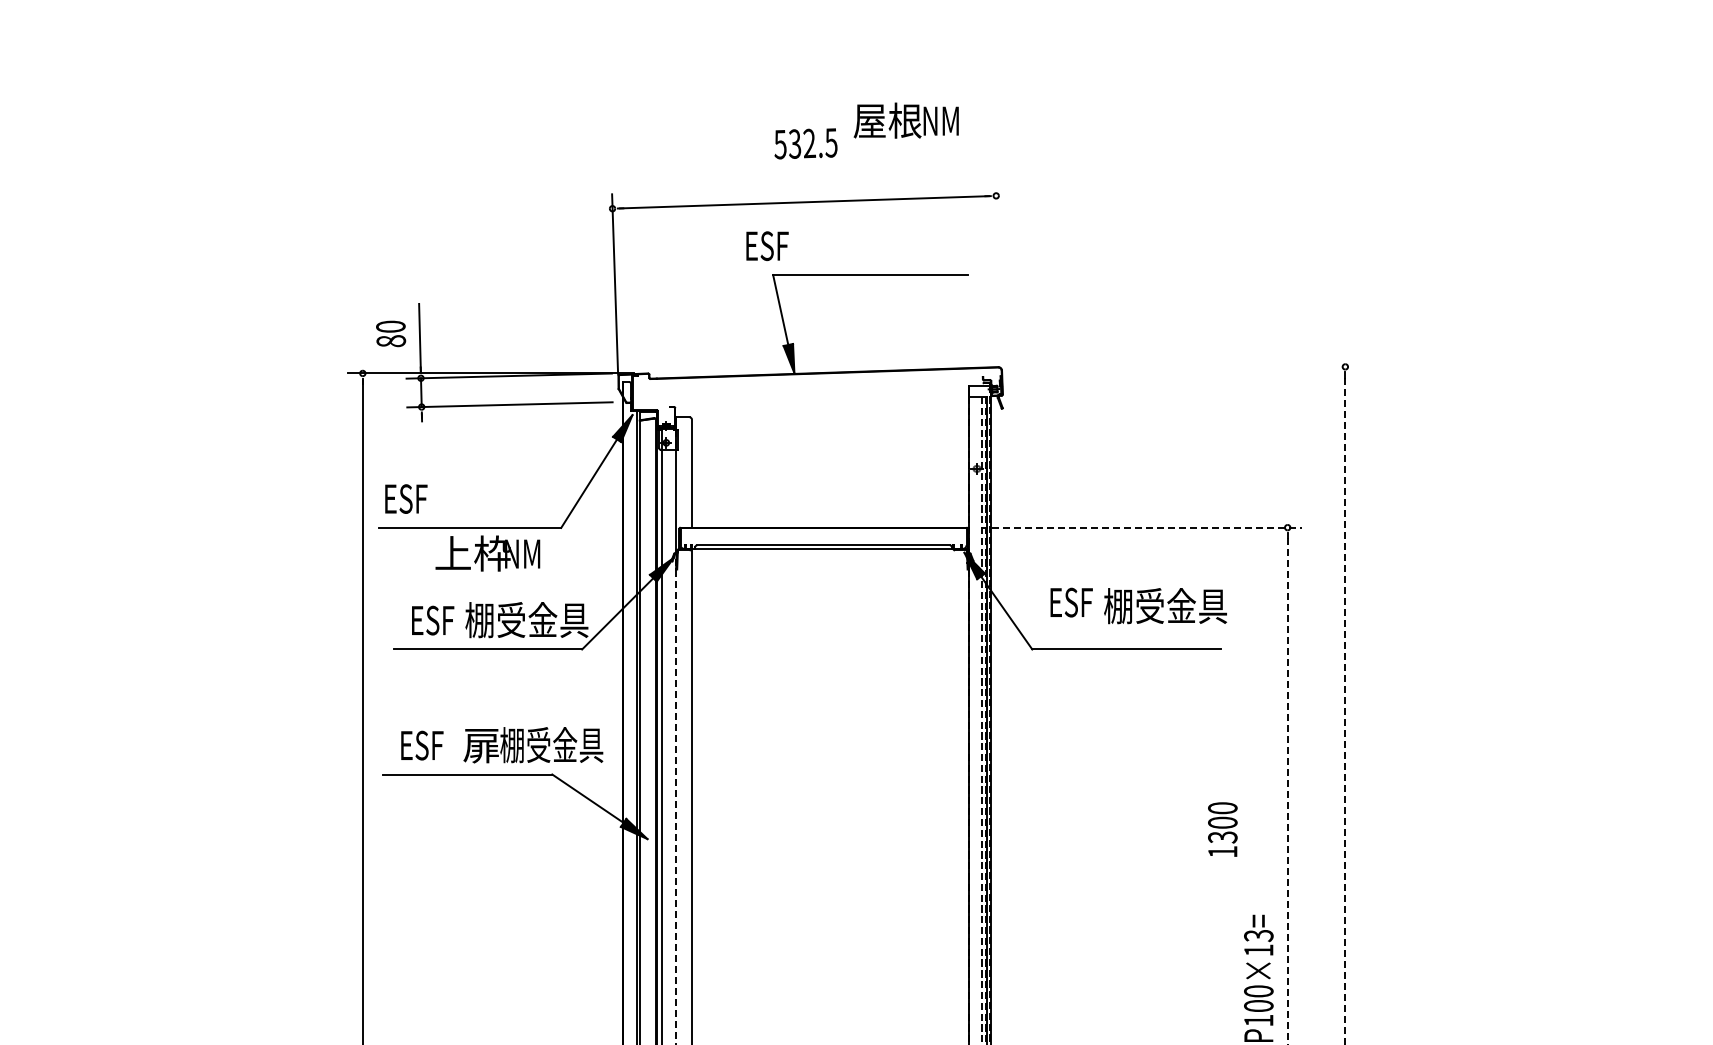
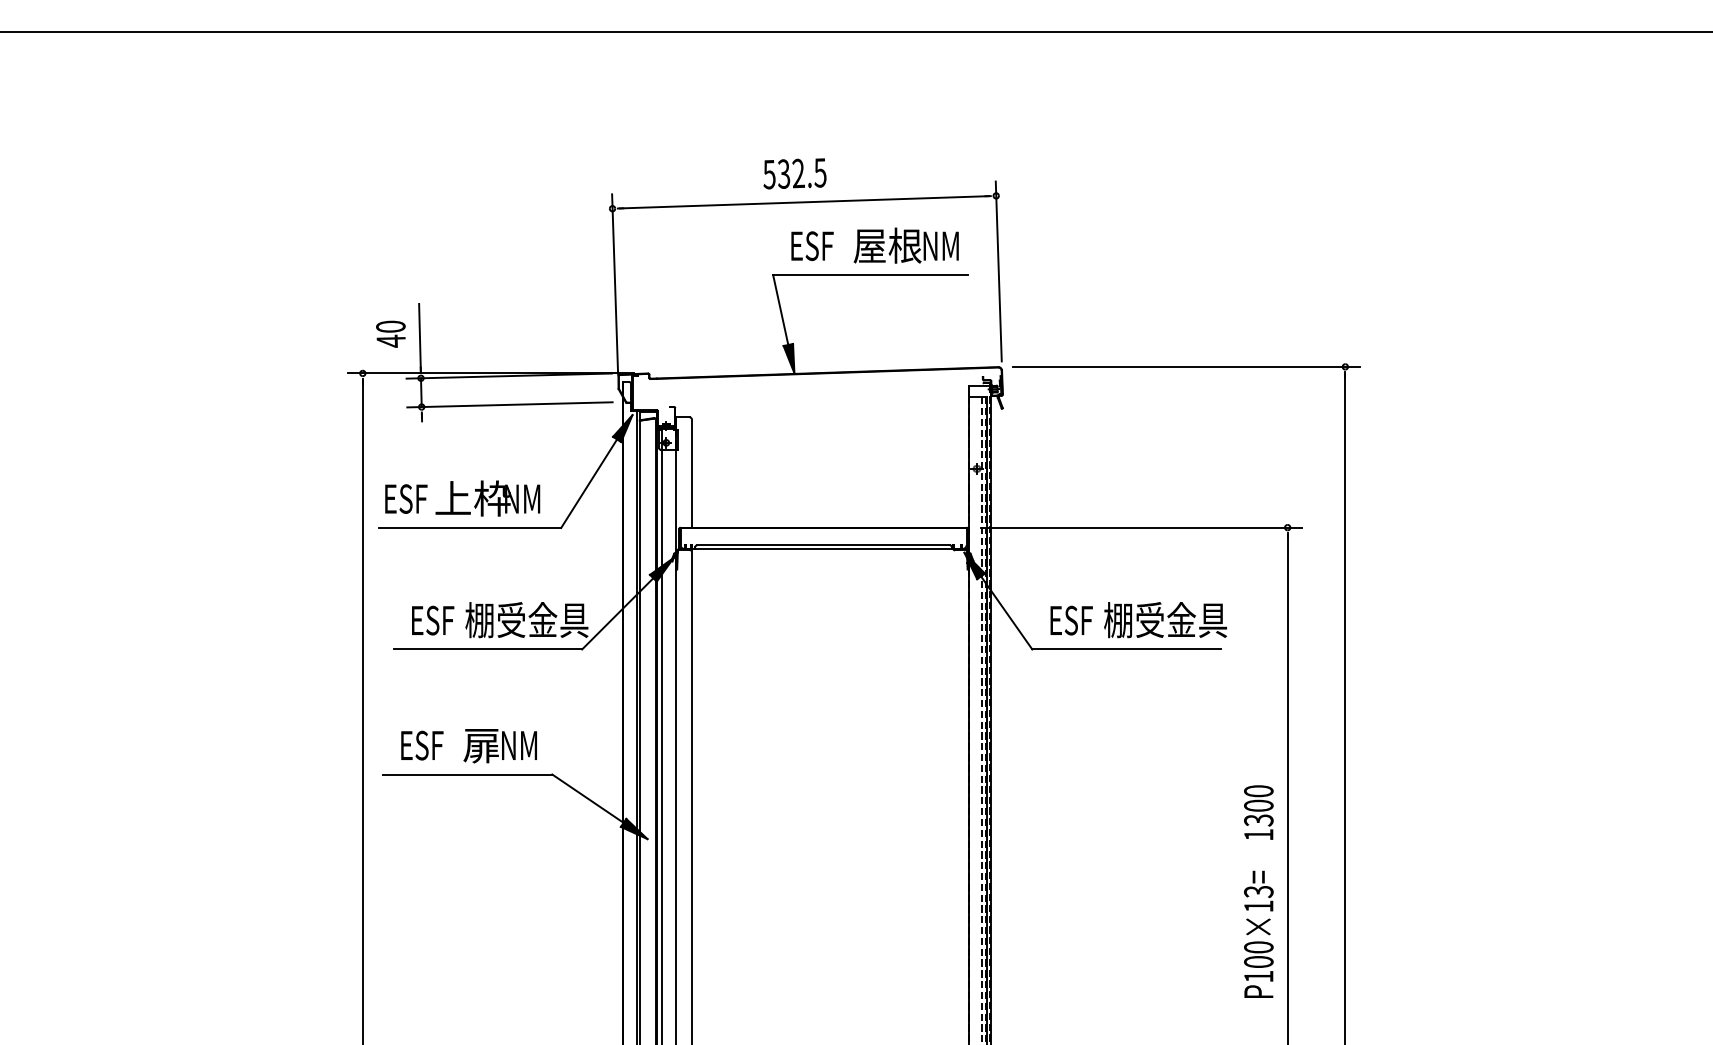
line at (855, 31): none -> present
text at (905, 120) position: (905, 120) -> (905, 245)
text at (805, 143) position: (805, 143) -> (794, 173)
text at (767, 245) position: (767, 245) -> (812, 245)
line at (998, 271): none -> present
text at (391, 340): 80 -> 40
line at (1185, 366): none -> present
line at (1141, 527): dashed -> solid
text at (487, 553) position: (487, 553) -> (487, 498)
text at (1071, 602) position: (1071, 602) -> (1071, 620)
text at (1165, 606) position: (1165, 606) -> (1165, 620)
line at (1345, 709): dashed -> solid
text at (551, 745): 棚受金具 -> NM
line at (1287, 789): dashed -> solid
line at (676, 798): dashed -> solid
text at (1222, 829) position: (1222, 829) -> (1258, 812)
text at (1258, 977) position: (1258, 977) -> (1258, 933)
